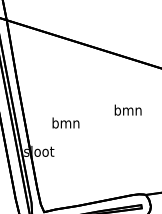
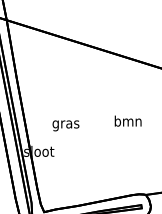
text at (127, 109) position: (127, 109) -> (127, 120)
text at (65, 124): bmn -> gras
